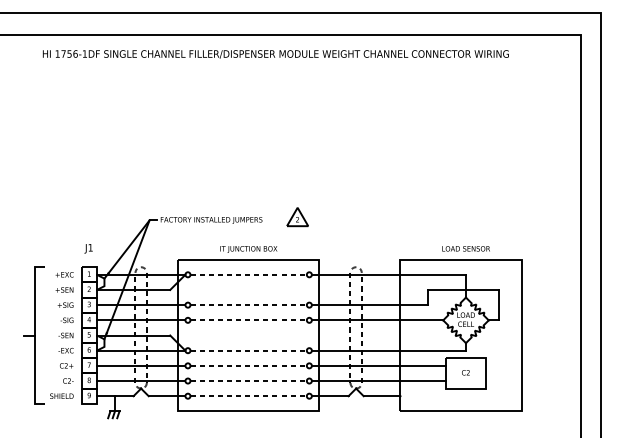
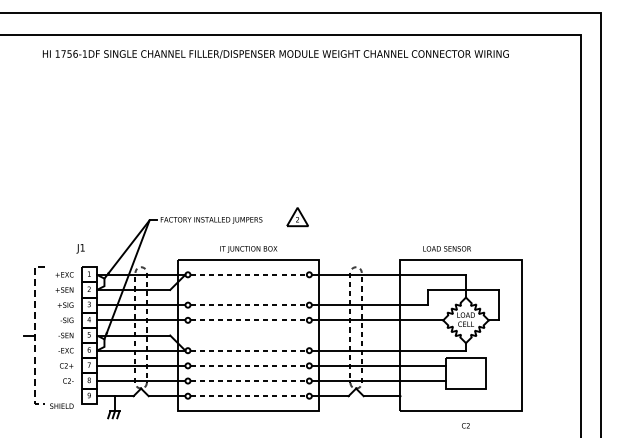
text at (88, 248) position: (88, 248) -> (80, 248)
text at (465, 248) position: (465, 248) -> (446, 248)
line at (34, 335): solid -> dashed
text at (465, 372) position: (465, 372) -> (465, 425)
text at (61, 395) position: (61, 395) -> (61, 405)
